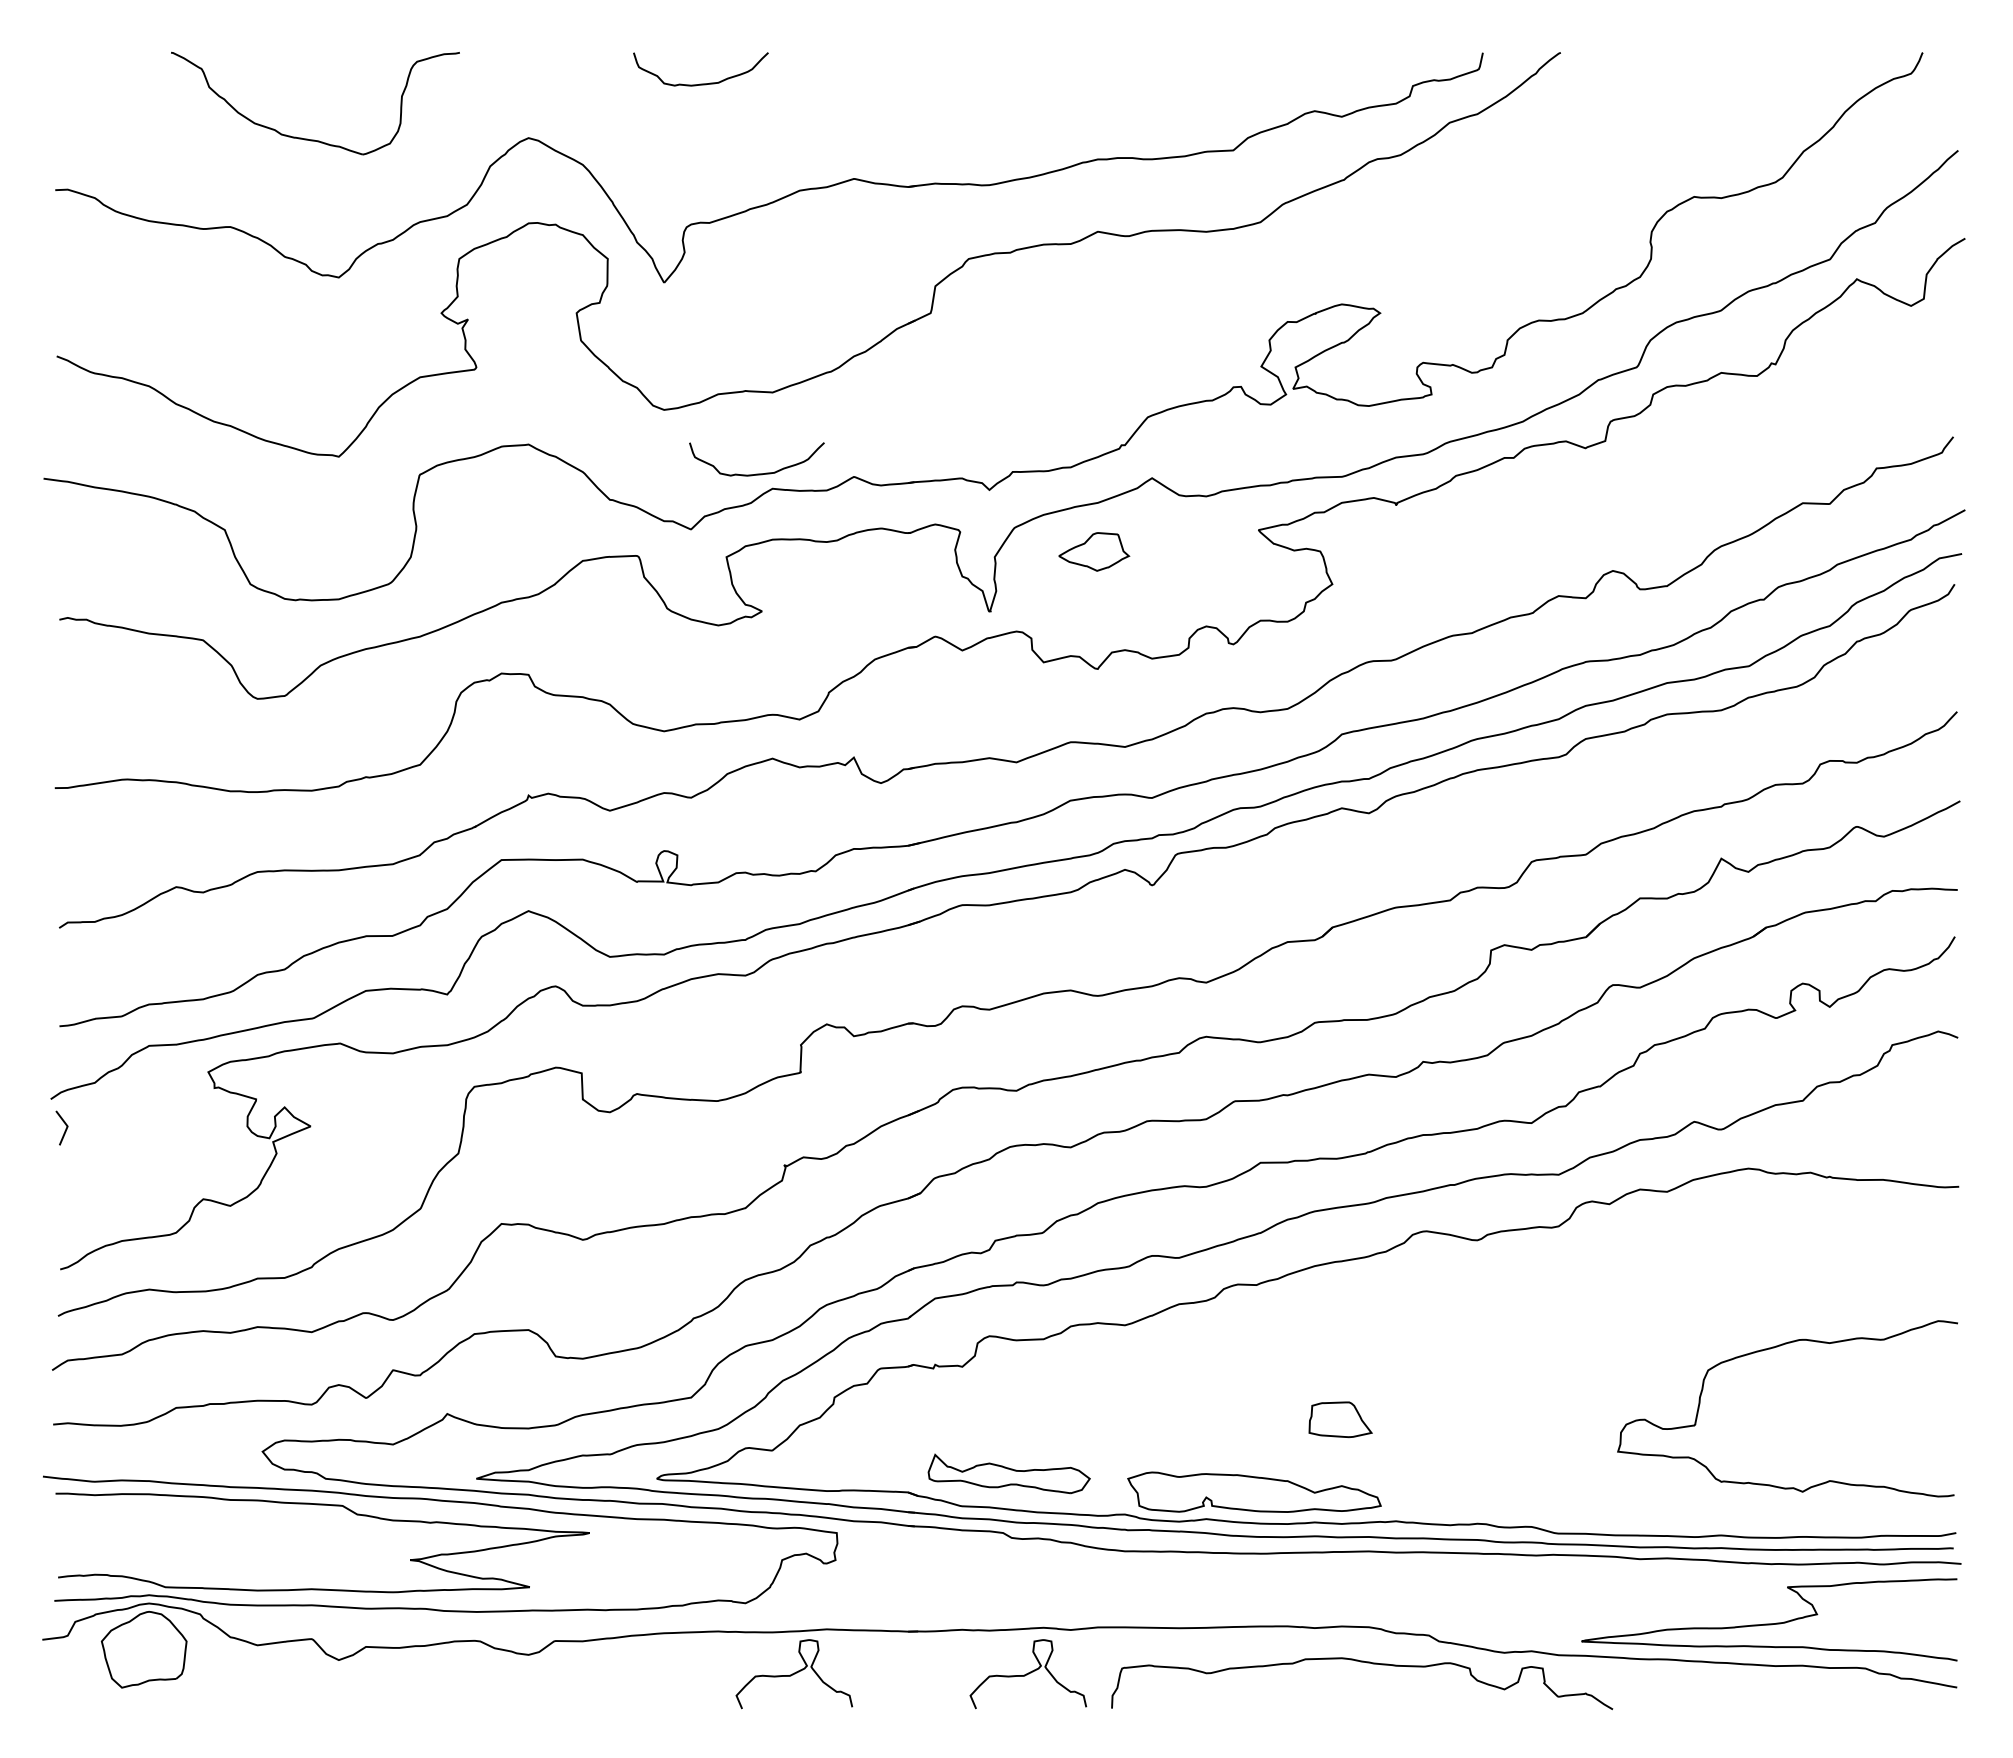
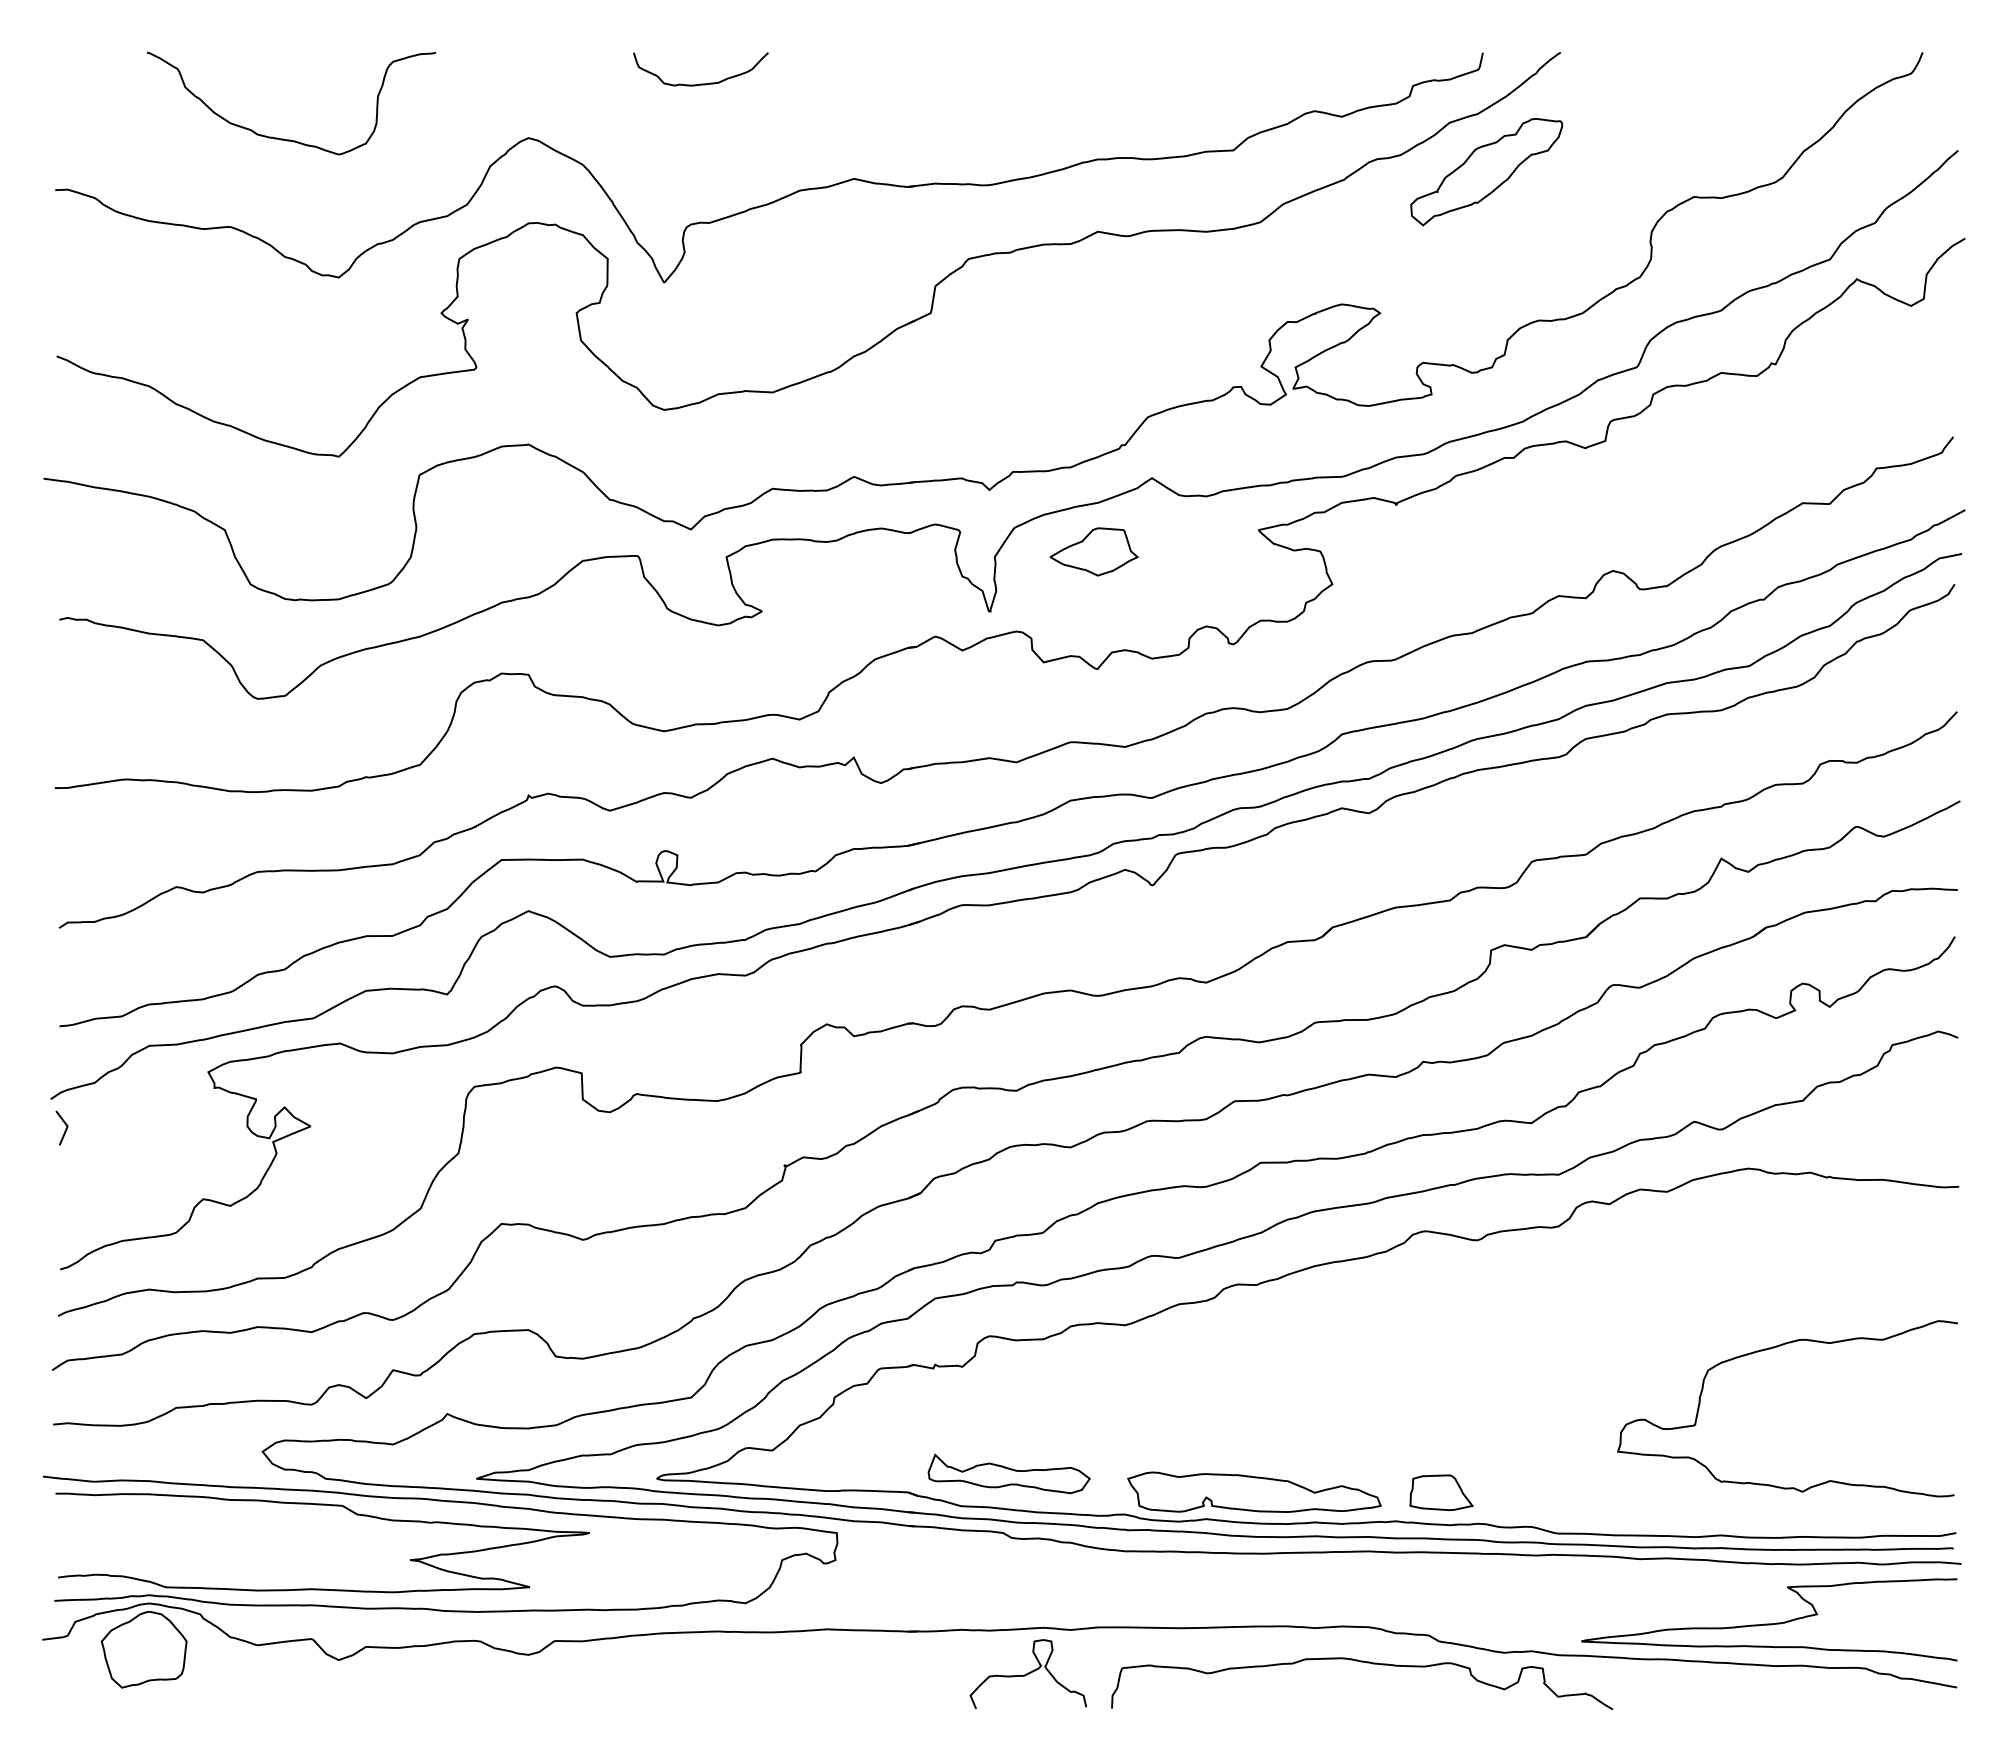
part at (307, 138) position: (307, 138) -> (283, 138)
part at (1486, 172): none -> present
curve at (756, 473): present -> none
part at (1094, 551) size: 73x40 px -> 90x50 px
part at (1340, 1419) position: (1340, 1419) -> (1441, 1492)
curve at (794, 1674): present -> none
